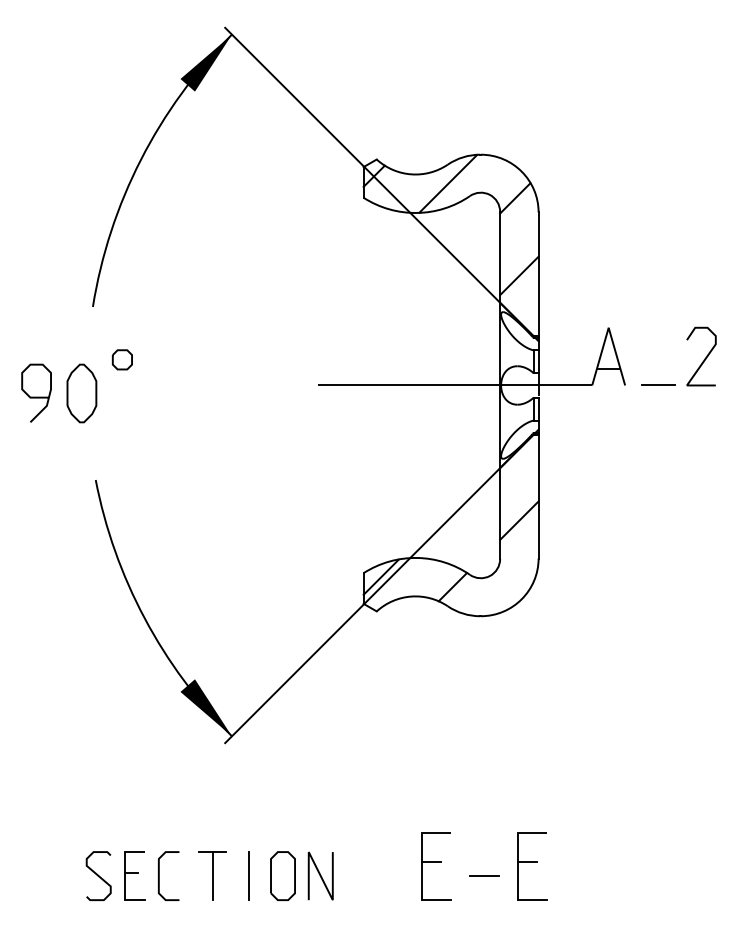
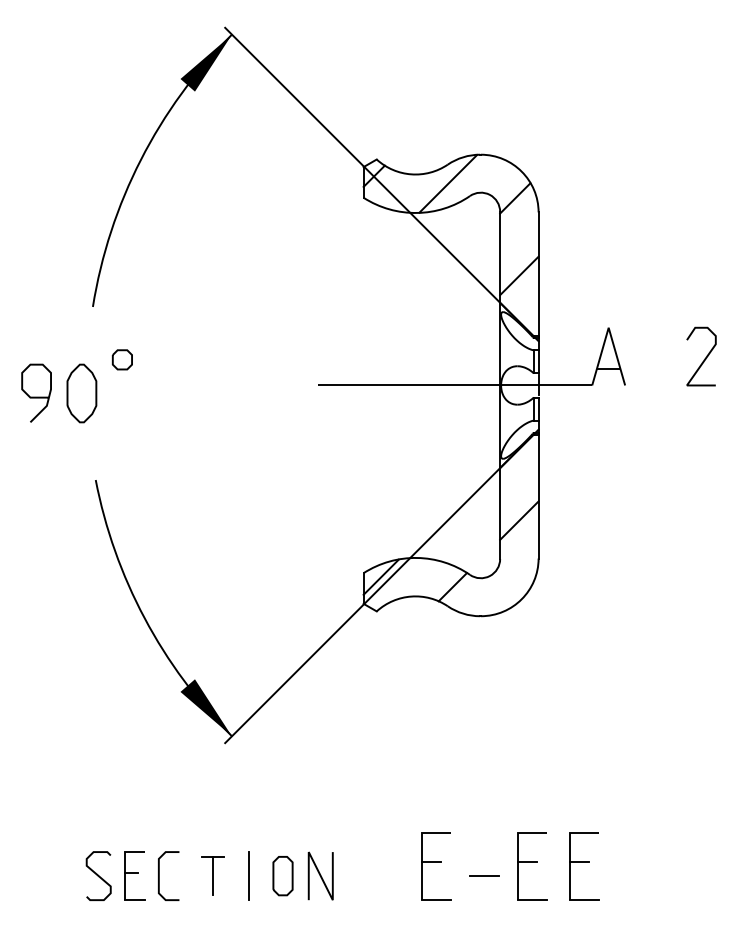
line at (657, 385): present -> none
part at (584, 866): none -> present
part at (212, 875) size: 29x50 px -> 24x40 px
part at (282, 875) size: 26x50 px -> 22x41 px
